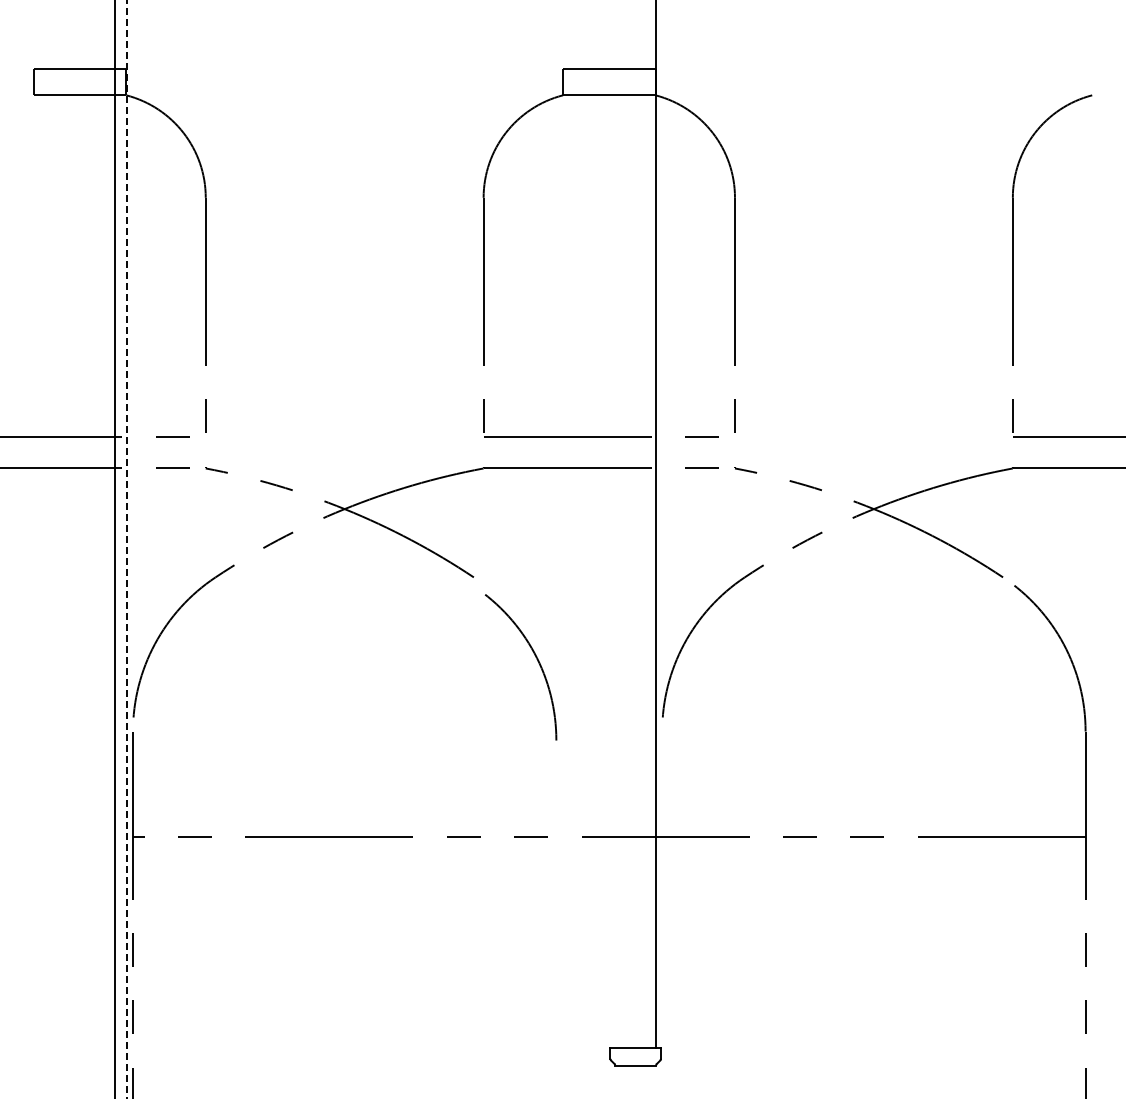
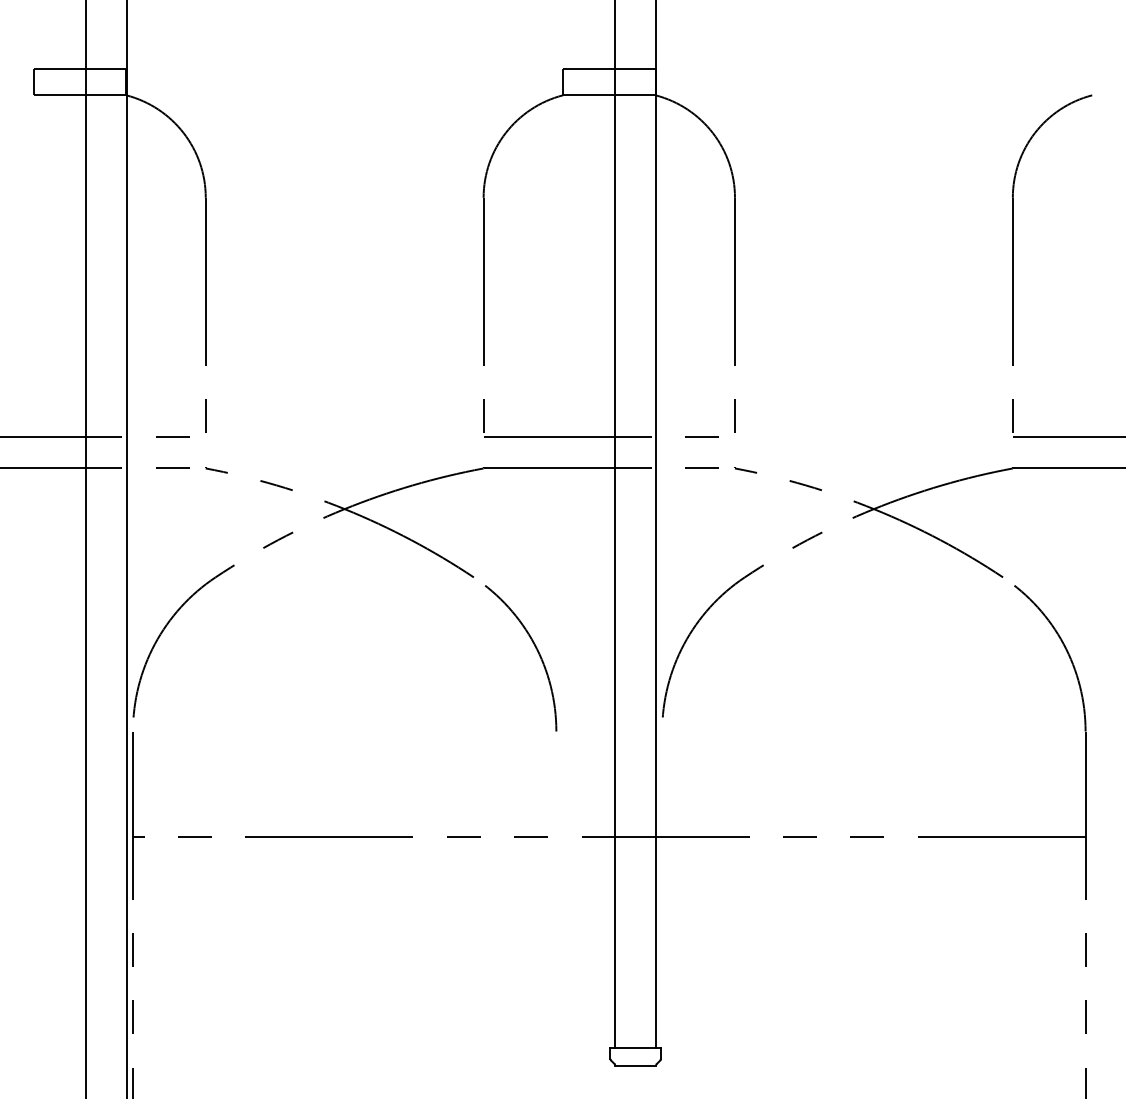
line at (615, 524): none -> present
line at (115, 548) position: (115, 548) -> (86, 548)
line at (127, 549): dashed -> solid
arc at (536, 659) position: (536, 659) -> (536, 650)
